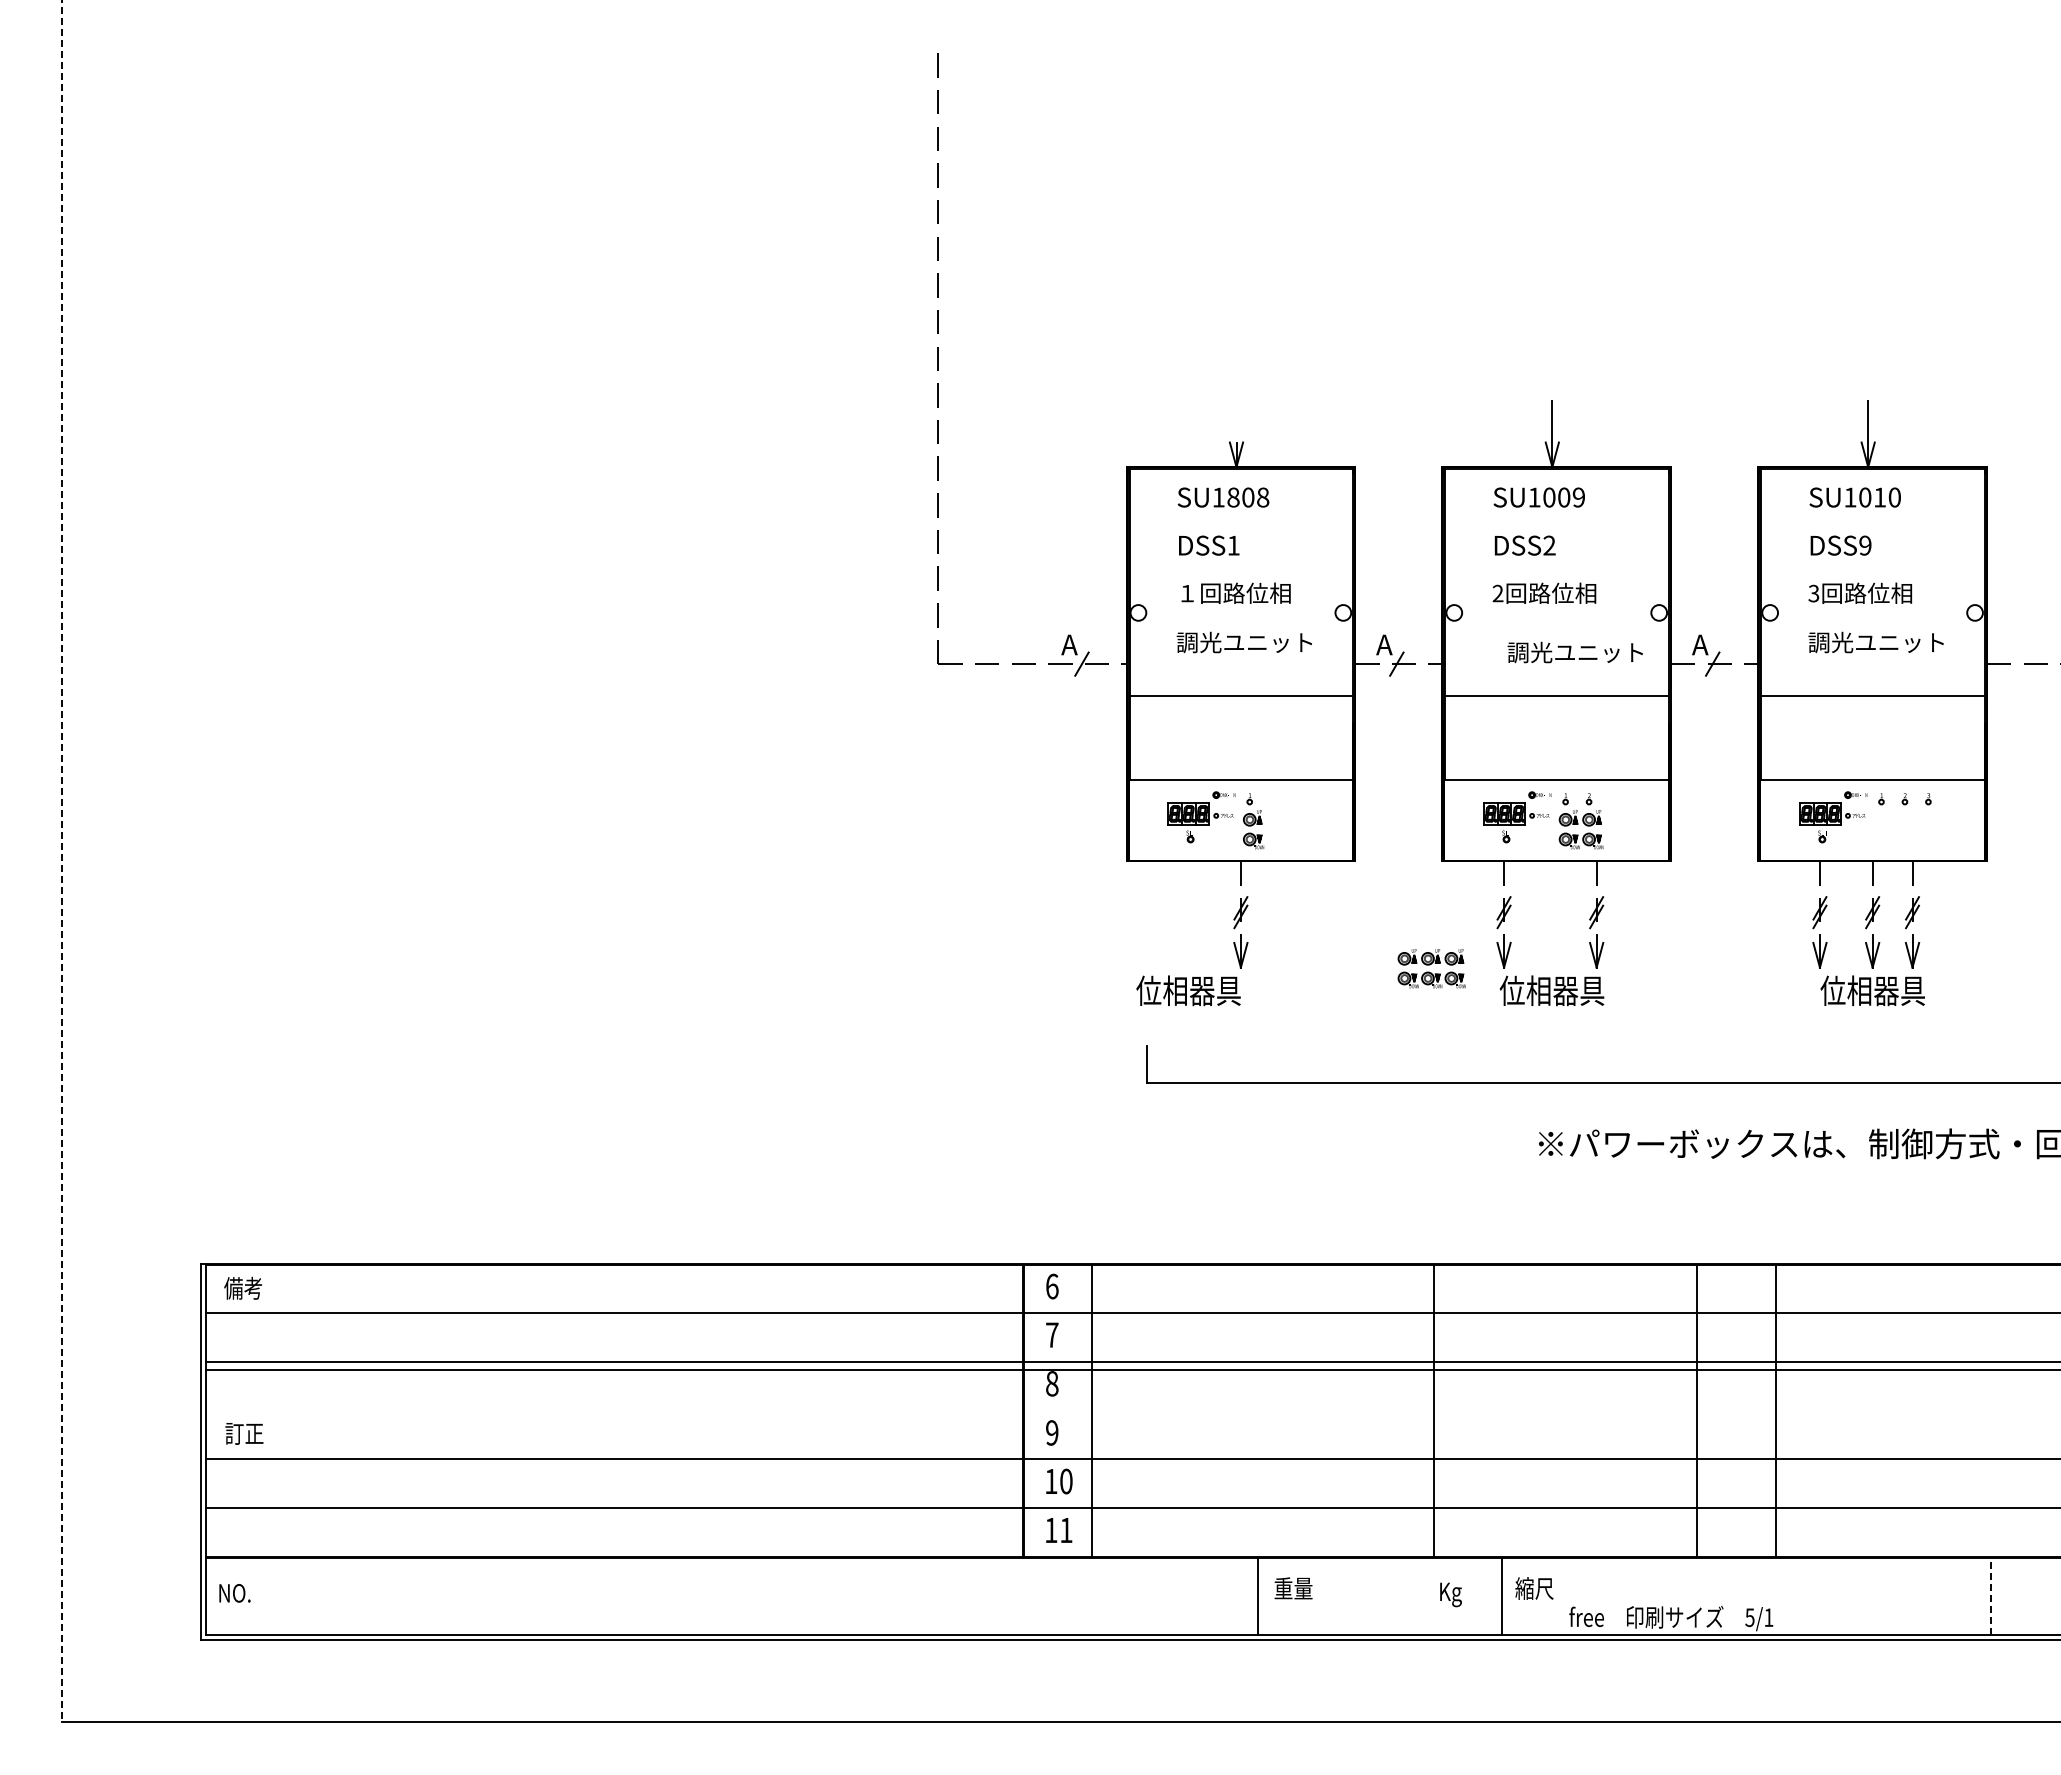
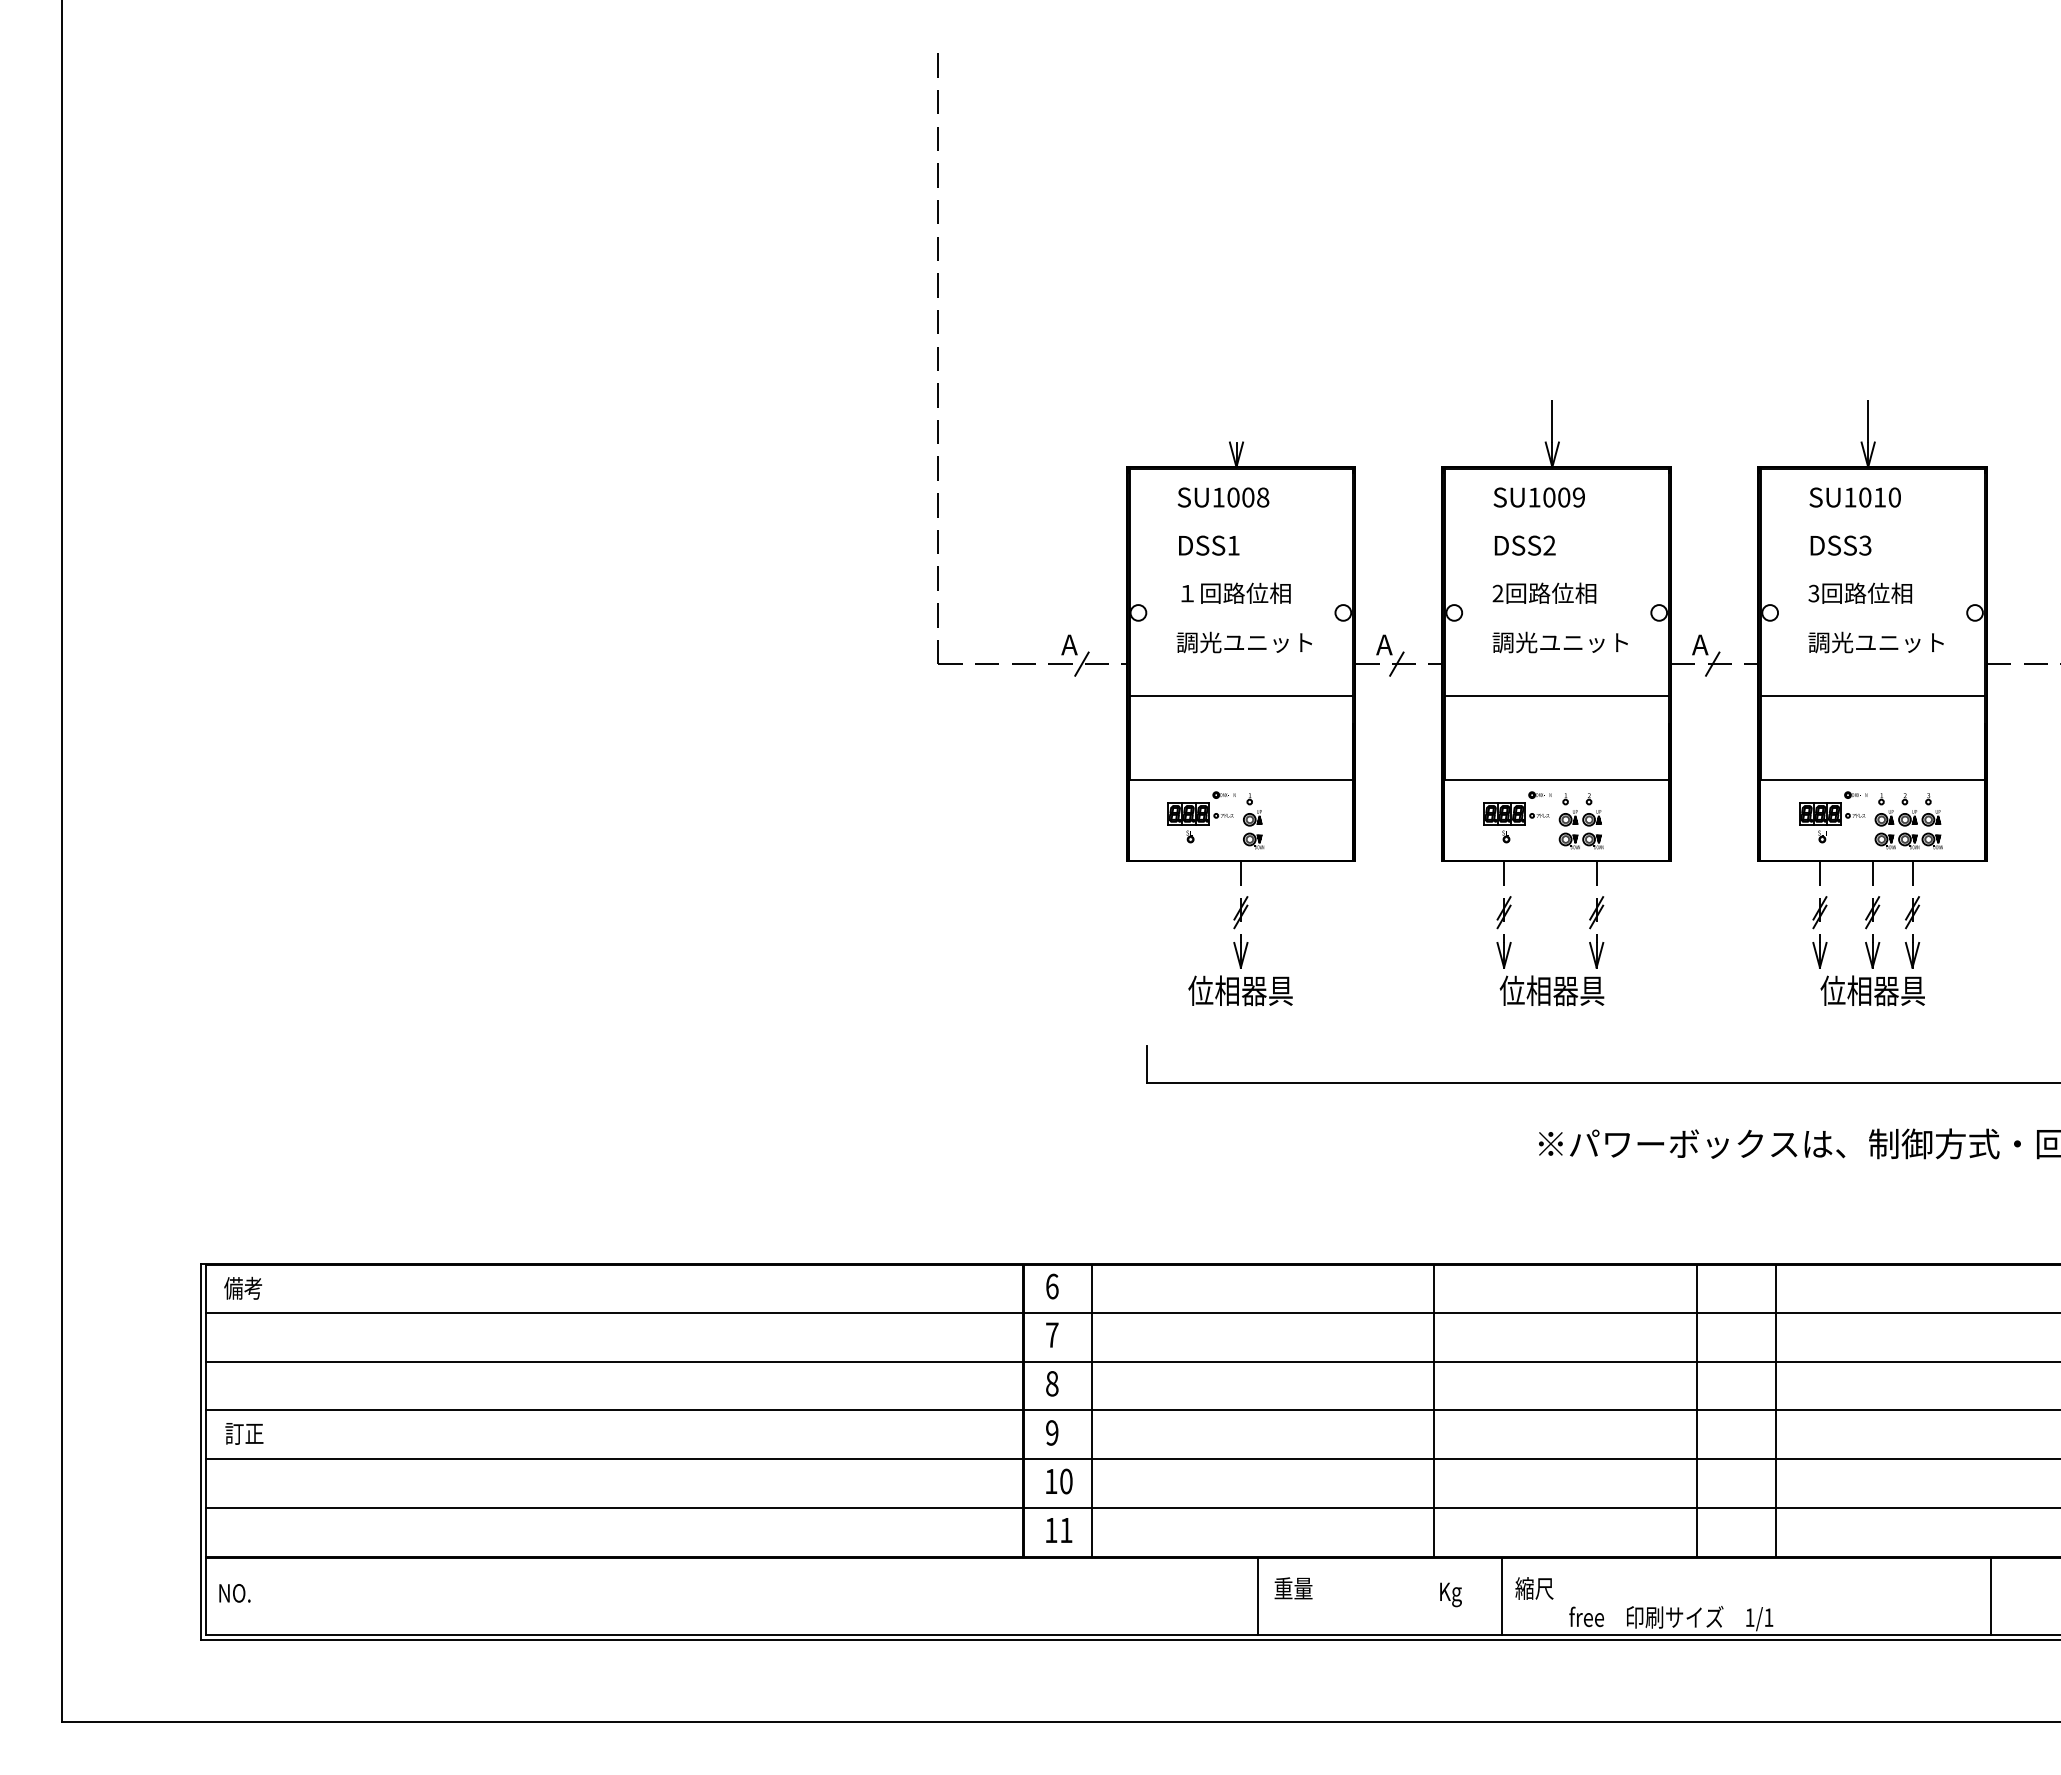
text at (1233, 497): SU1808 -> SU1008
text at (1865, 545): DSS9 -> DSS3
text at (1574, 652) position: (1574, 652) -> (1559, 642)
line at (61, 861): dashed -> solid
part at (1431, 968) position: (1431, 968) -> (1908, 829)
text at (1188, 990) position: (1188, 990) -> (1240, 990)
line at (1131, 1370) position: (1131, 1370) -> (1131, 1410)
line at (1990, 1596): dashed -> solid
text at (1749, 1617): 5/1 -> 1/1
